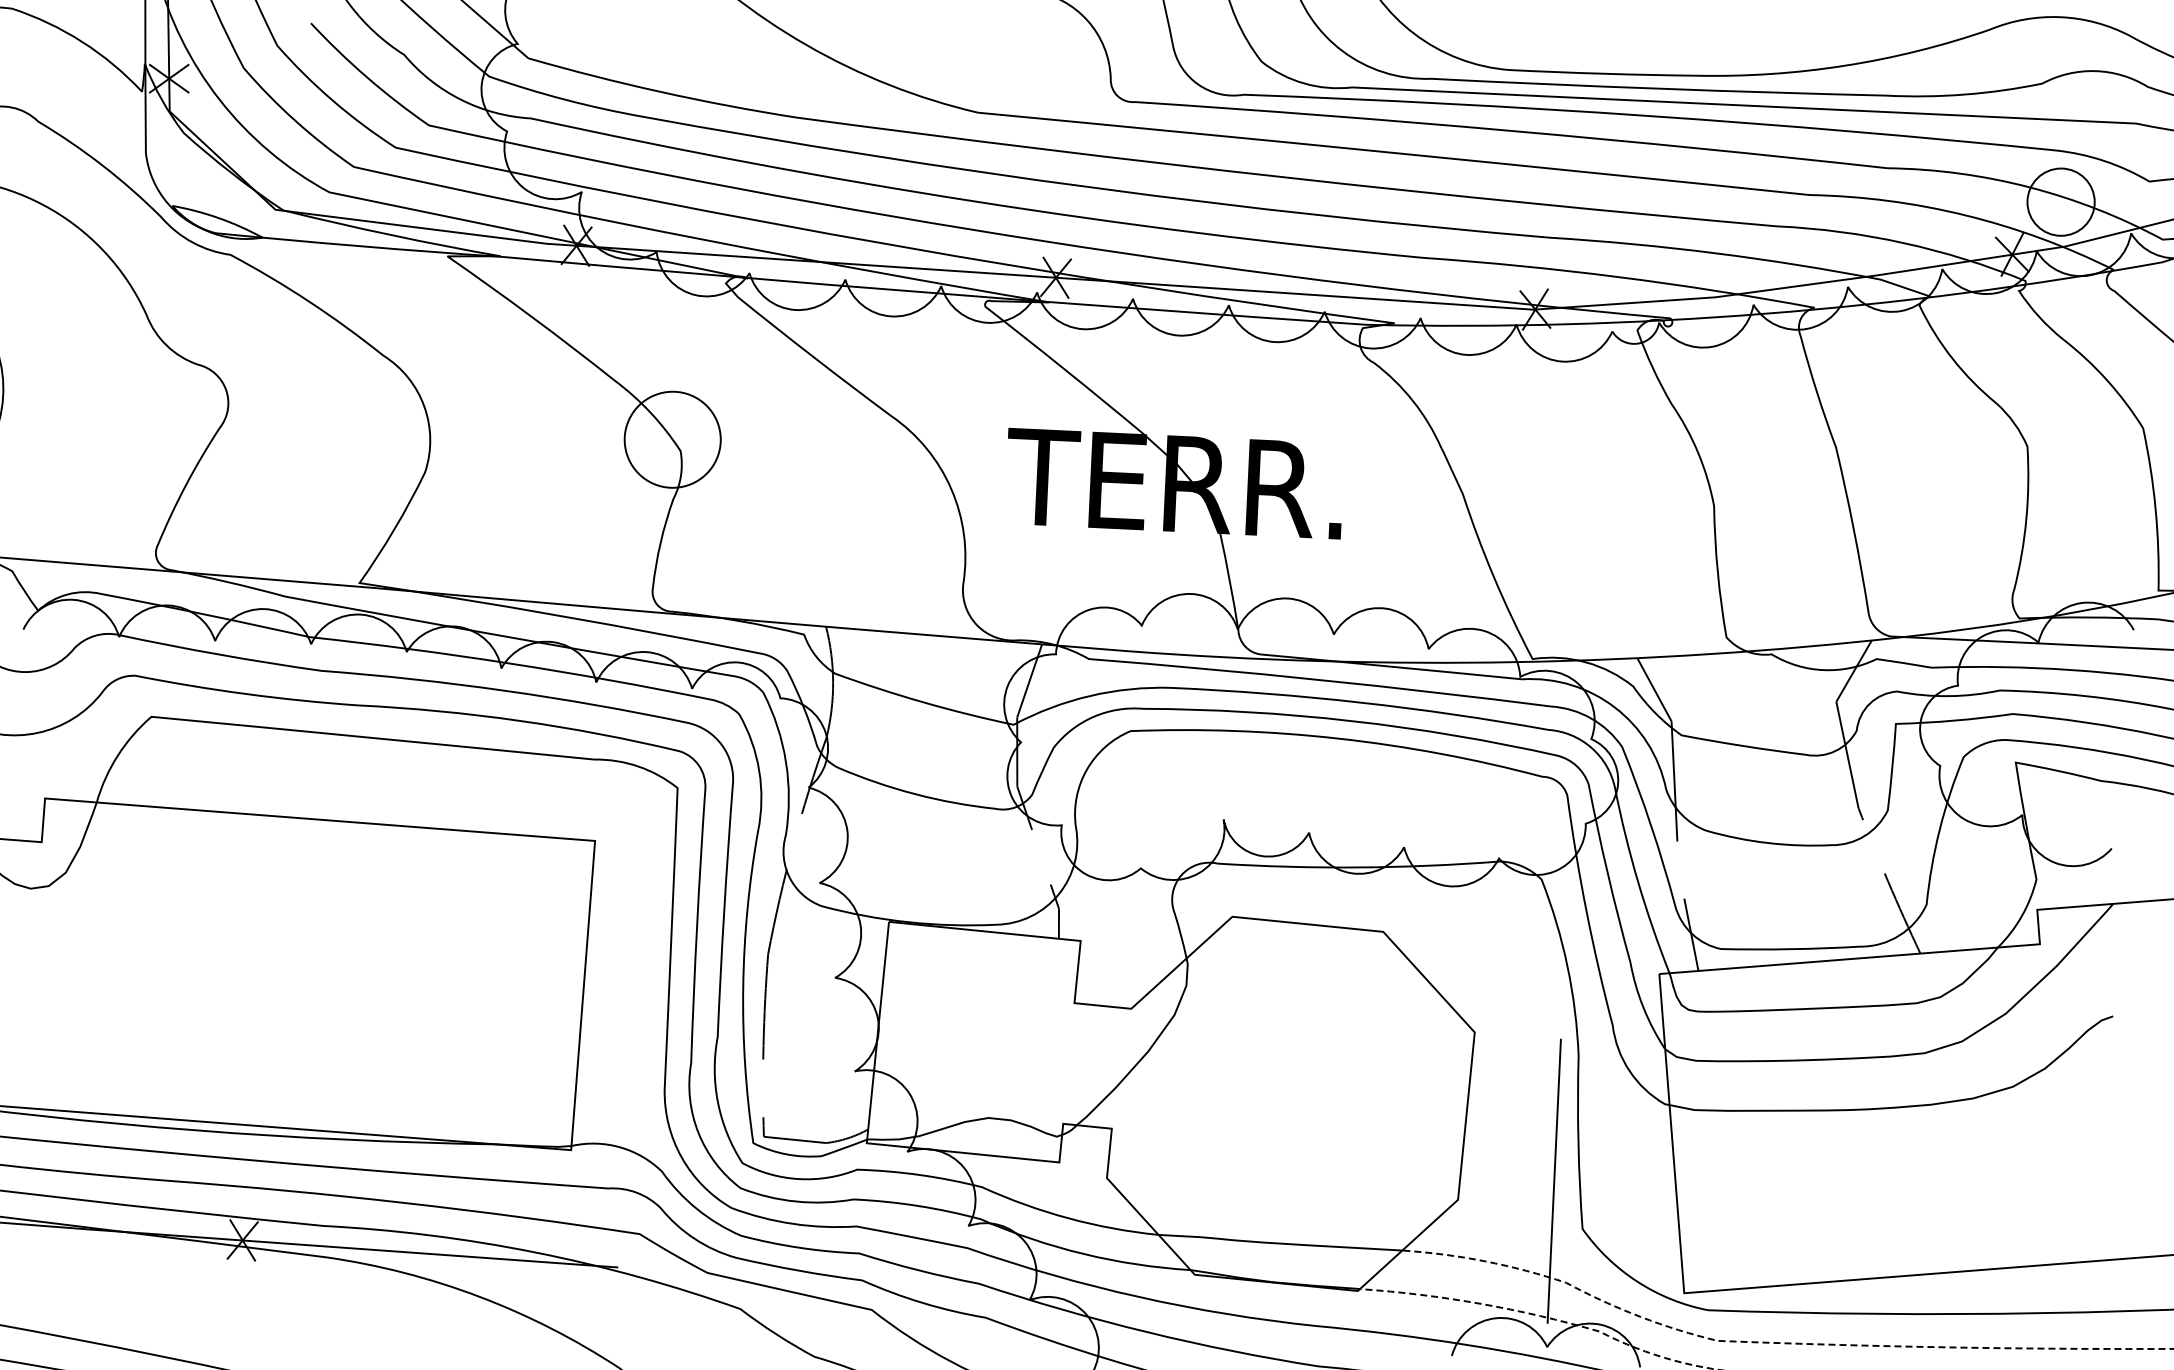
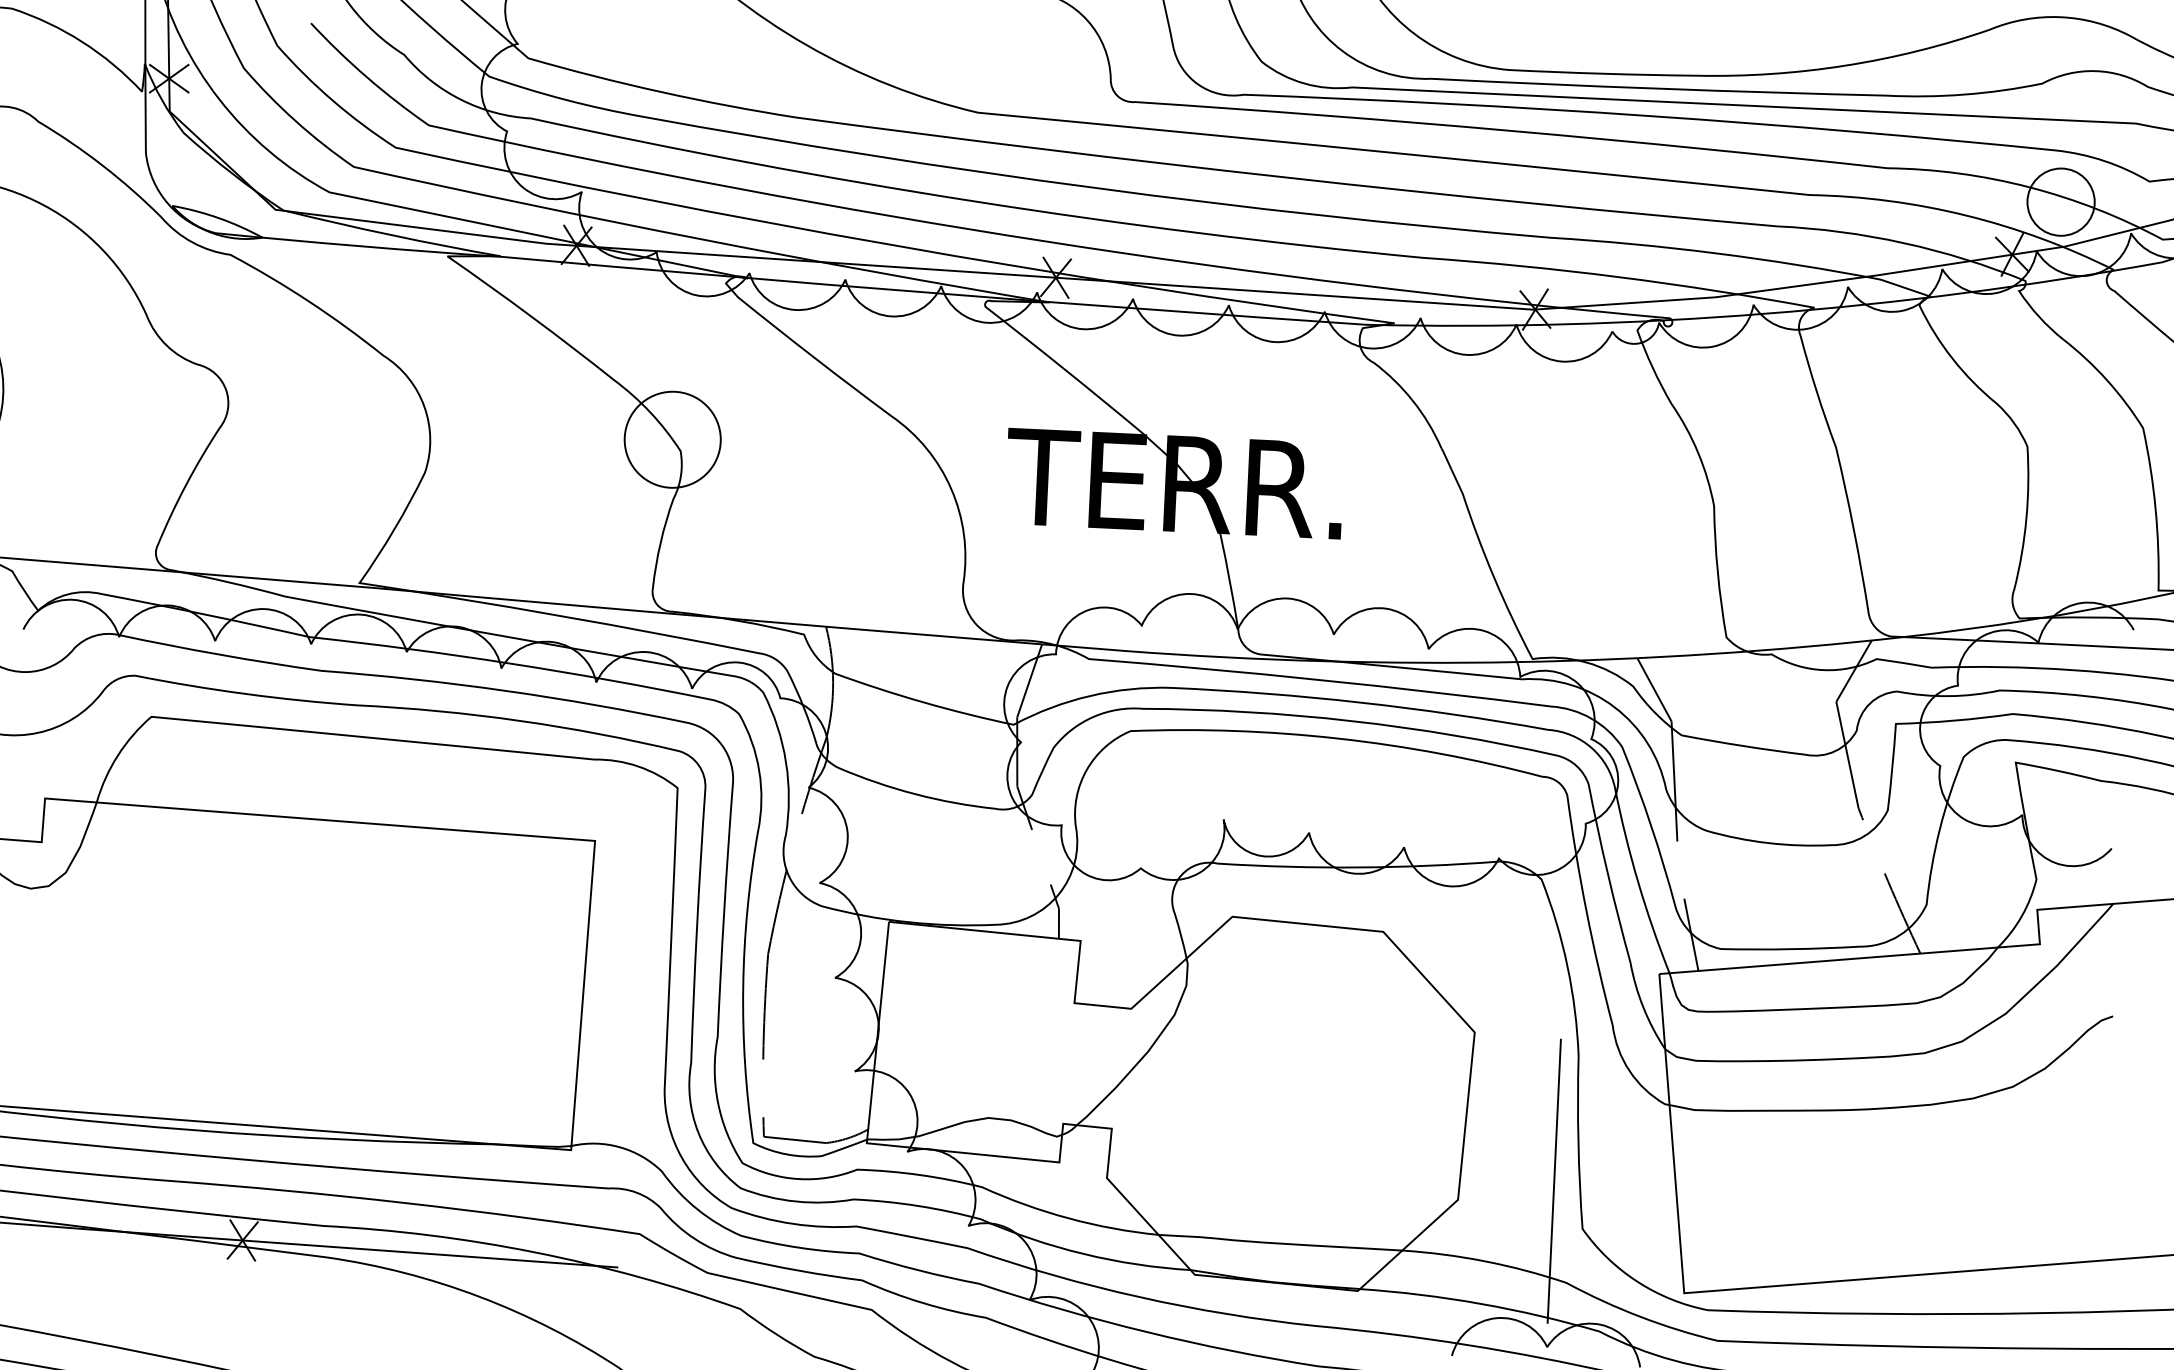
line at (1543, 1316): dashed -> solid
line at (1774, 1342): dashed -> solid
